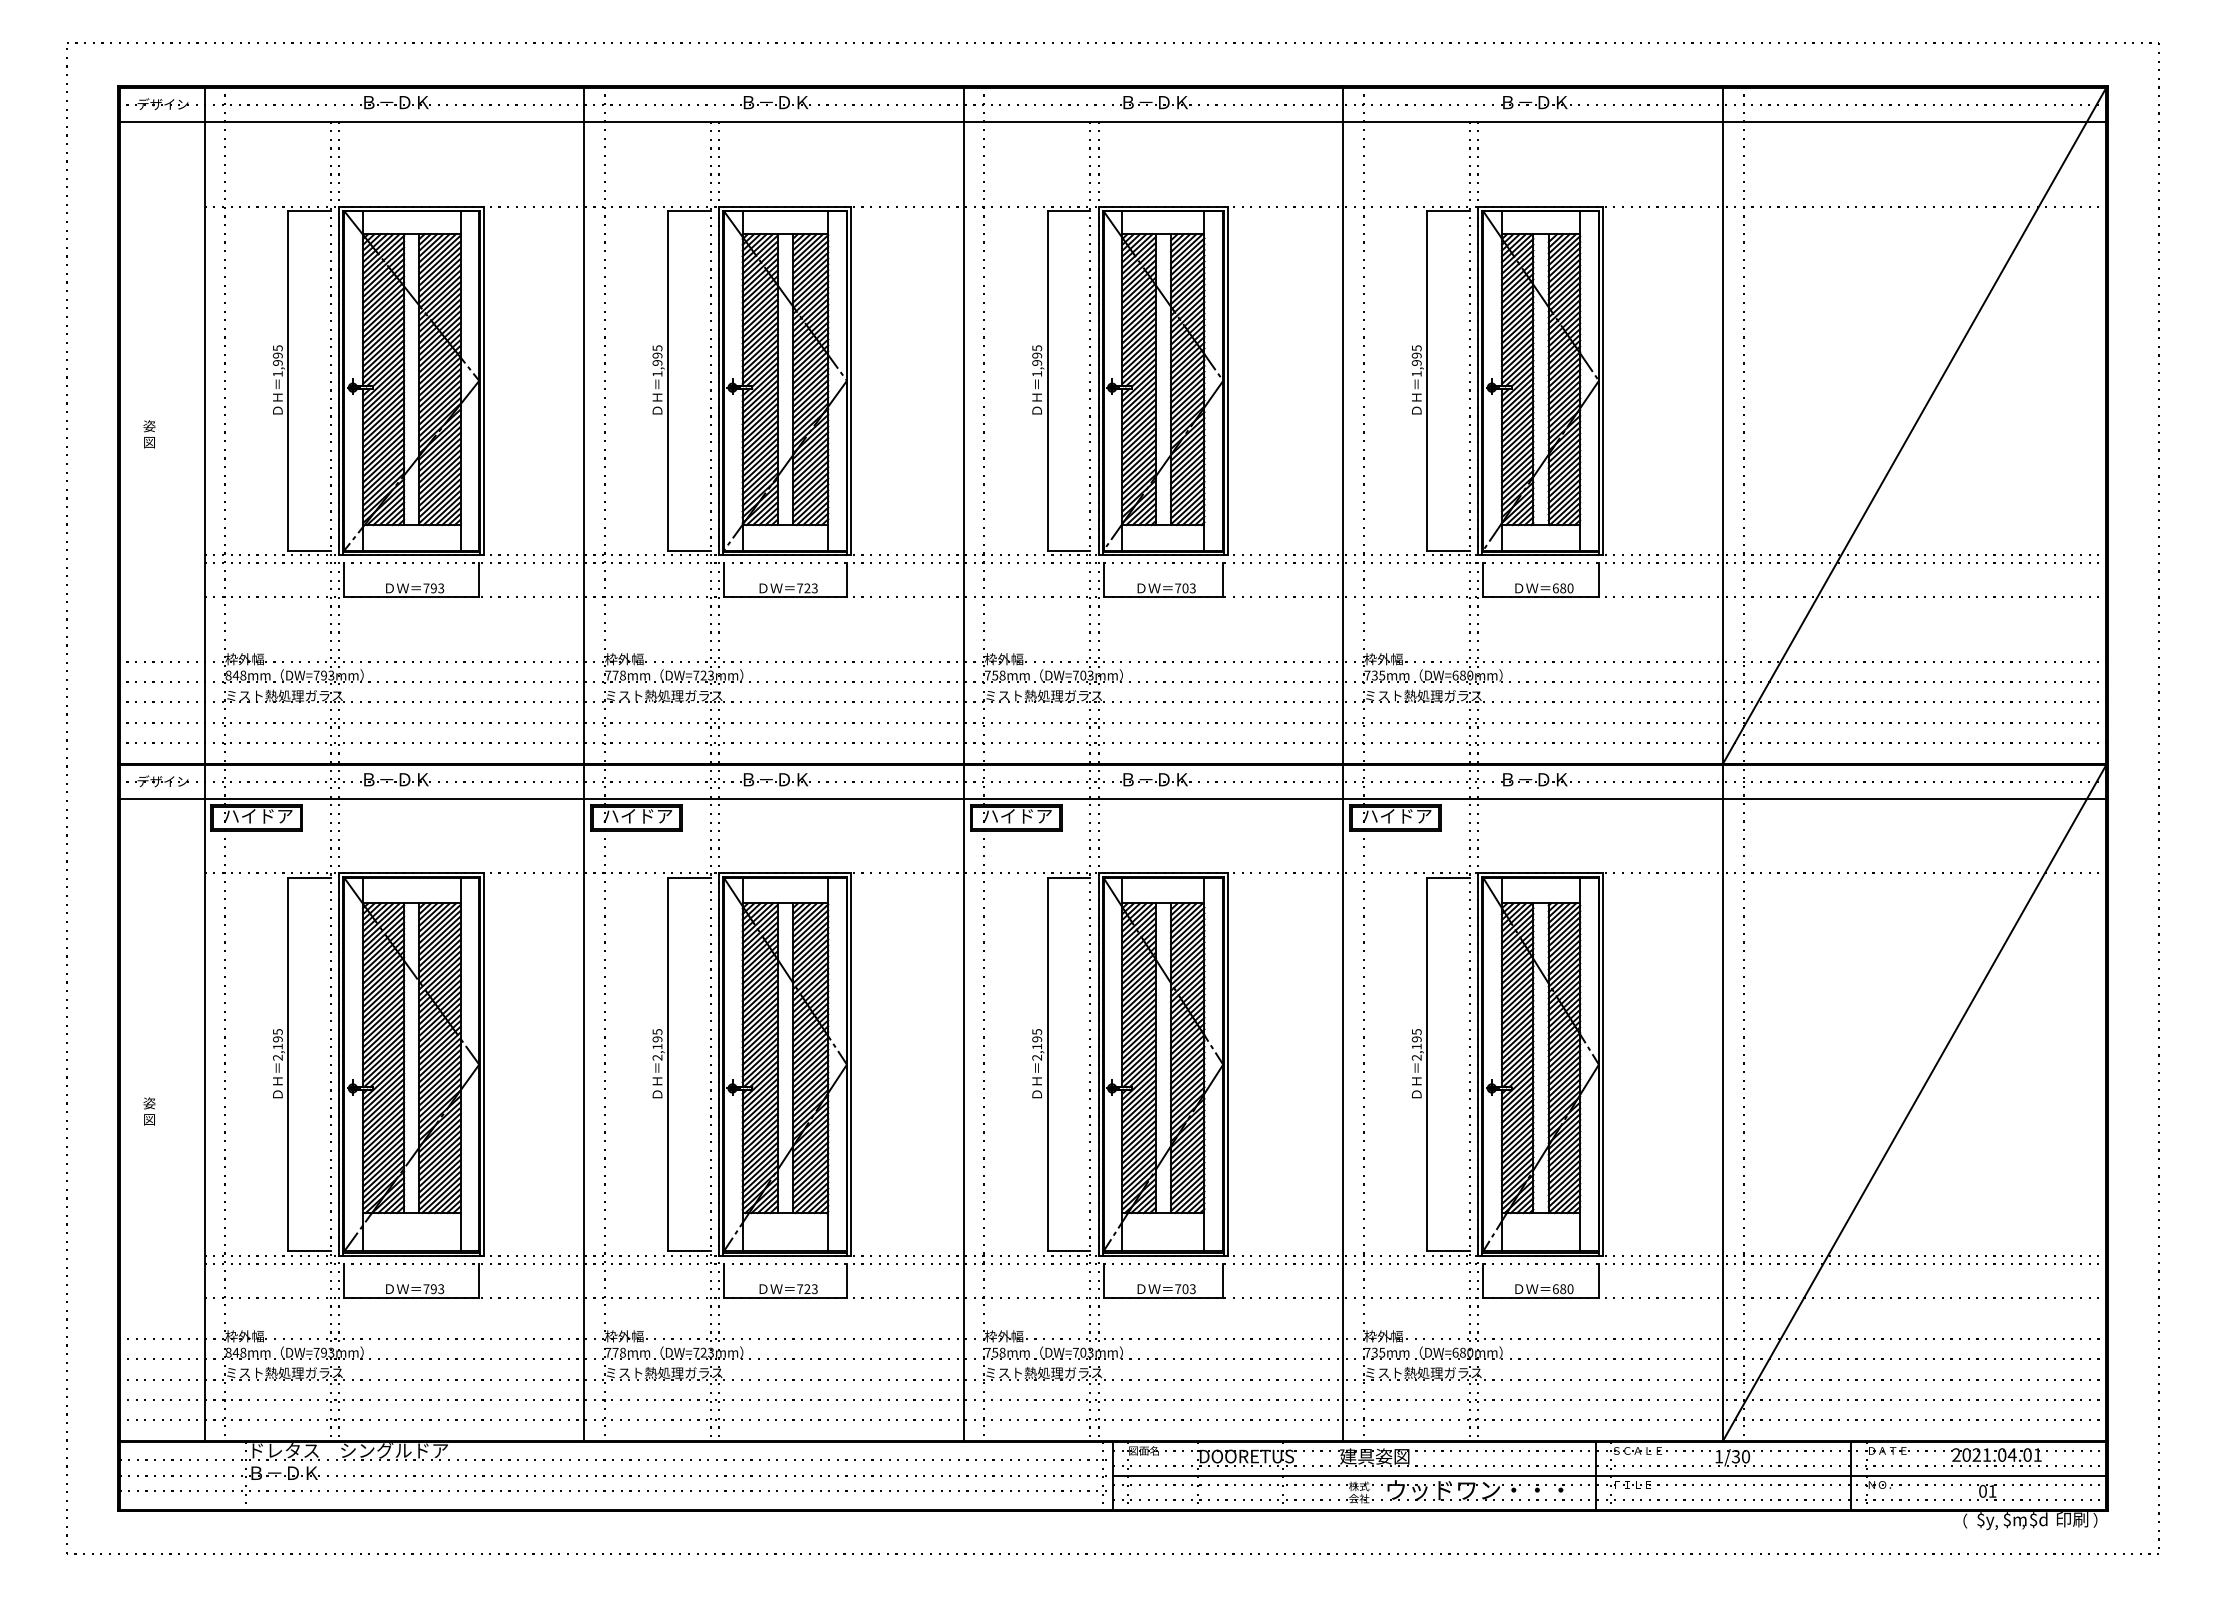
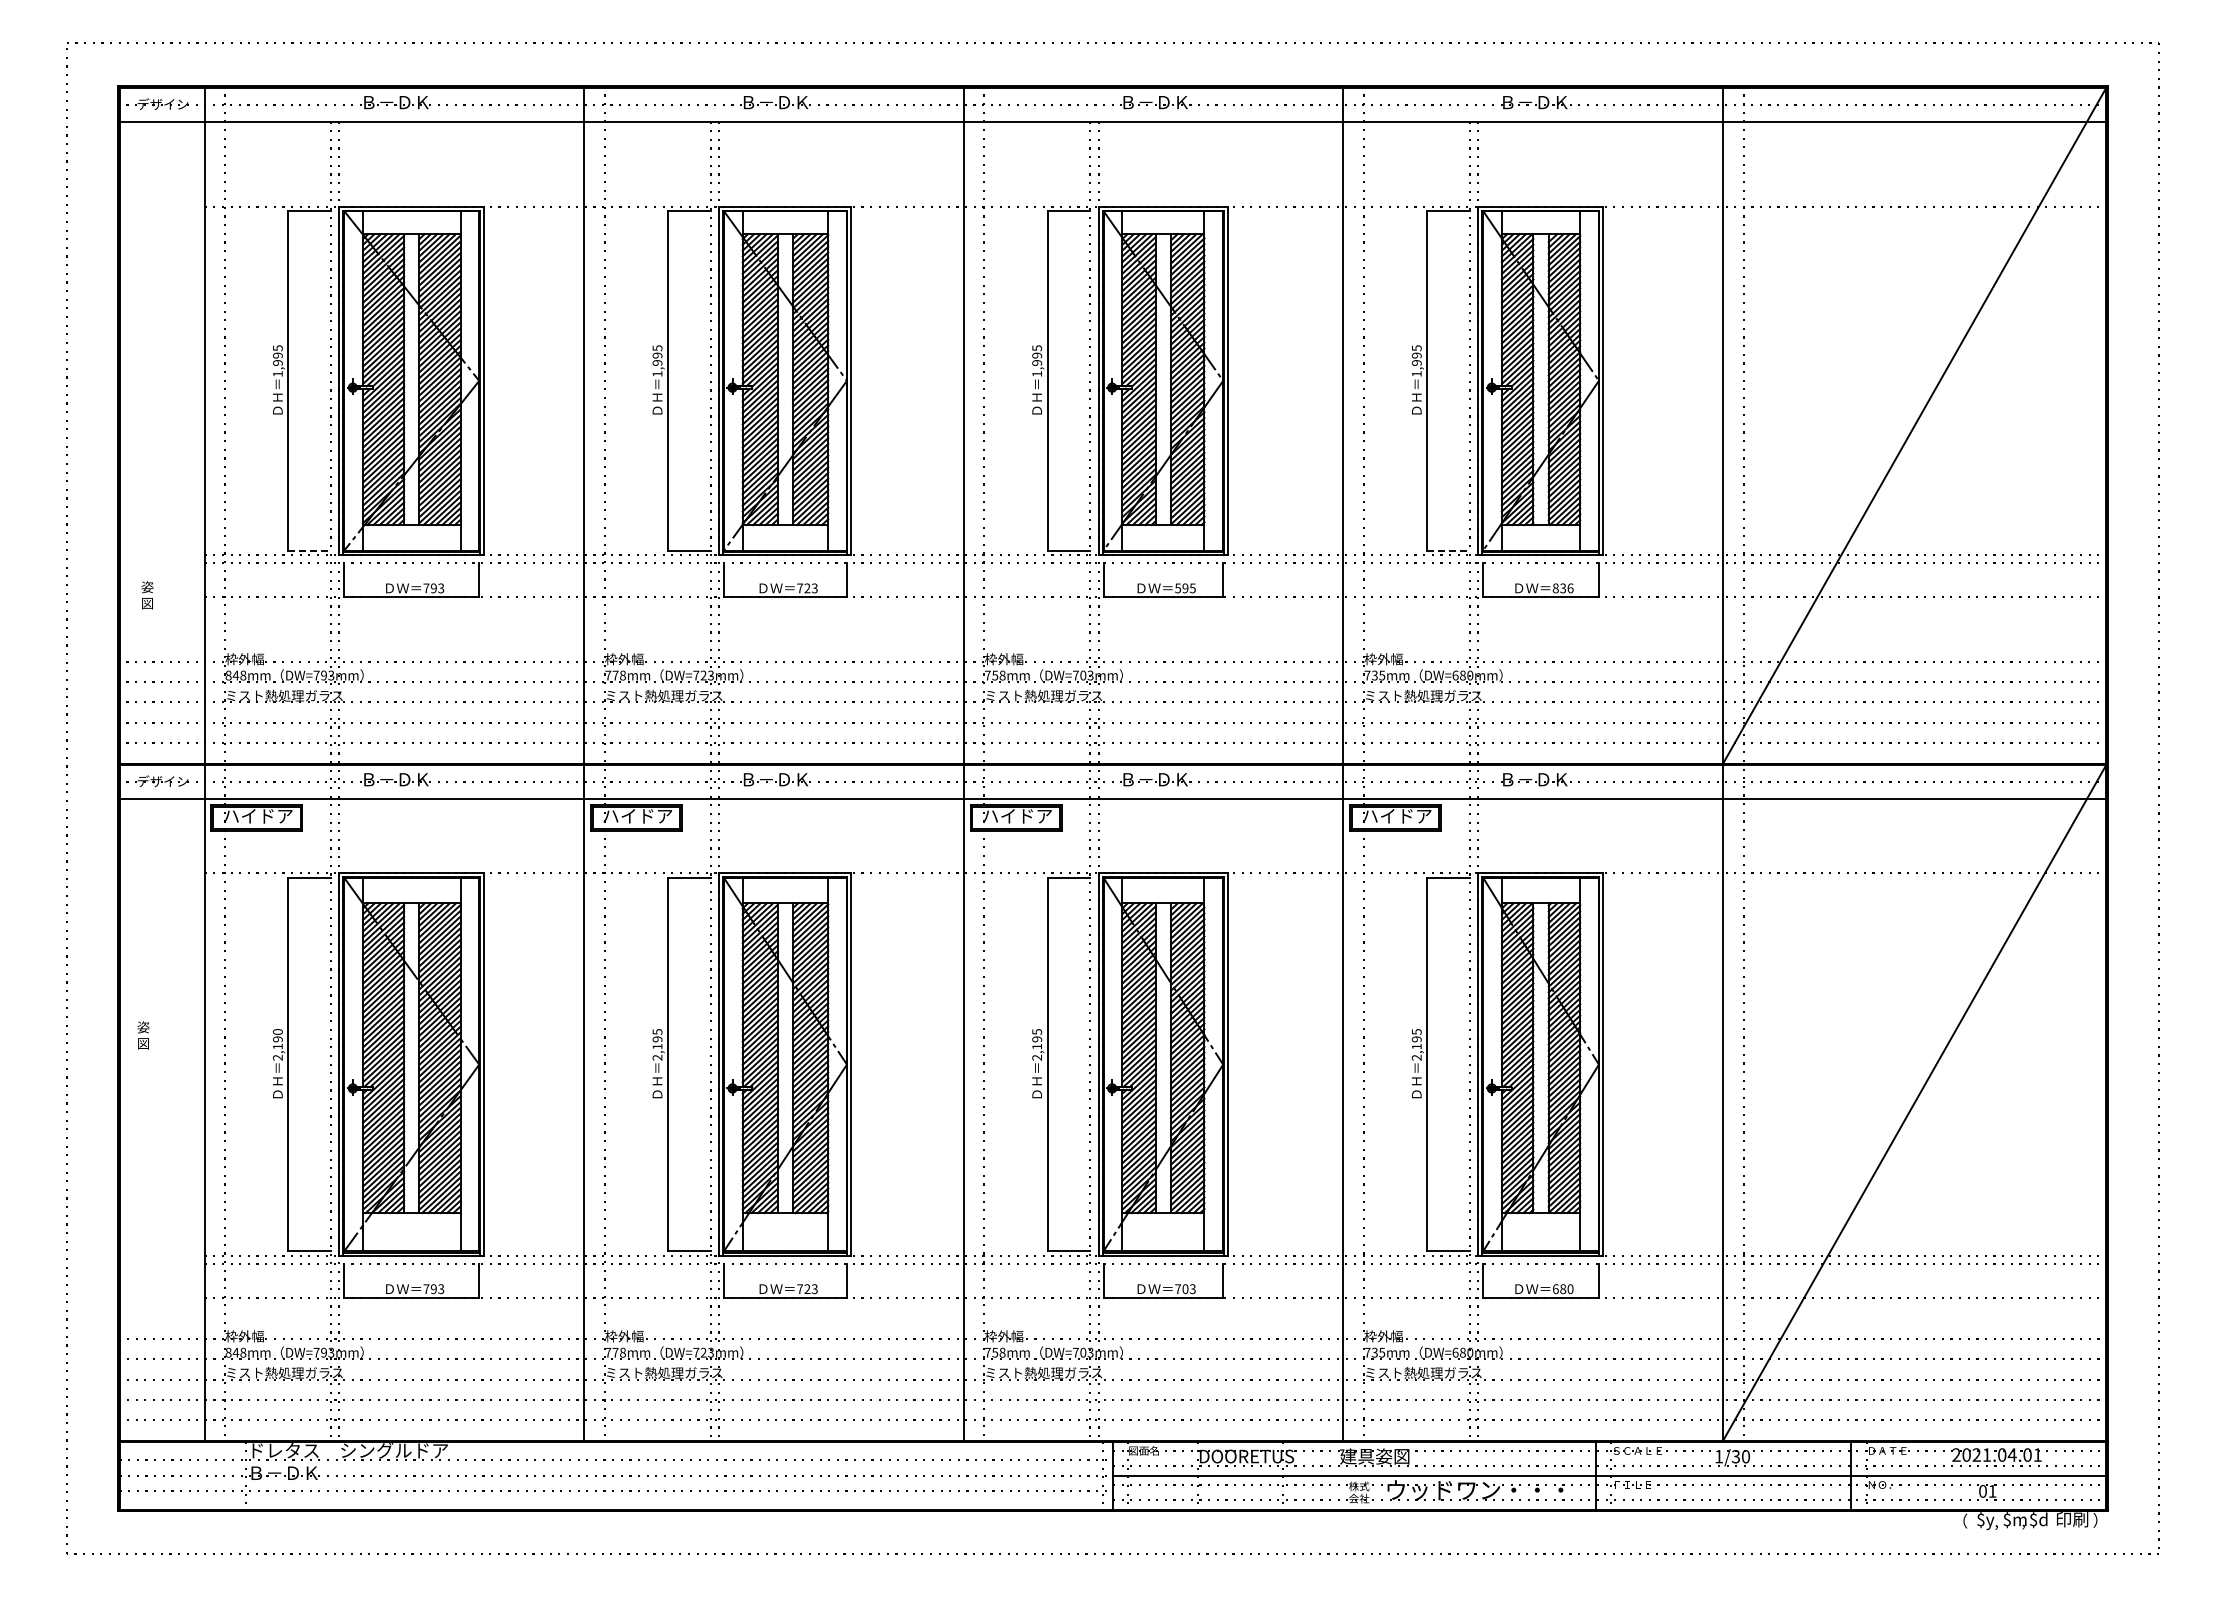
text at (149, 434) position: (149, 434) -> (147, 595)
line at (310, 550): solid -> dashed
line at (1449, 550): solid -> dashed
text at (1185, 588): 703 -> 595
text at (1562, 588): 680 -> 836
text at (277, 1032): 2,195 -> 2,190
text at (149, 1111) position: (149, 1111) -> (143, 1035)
